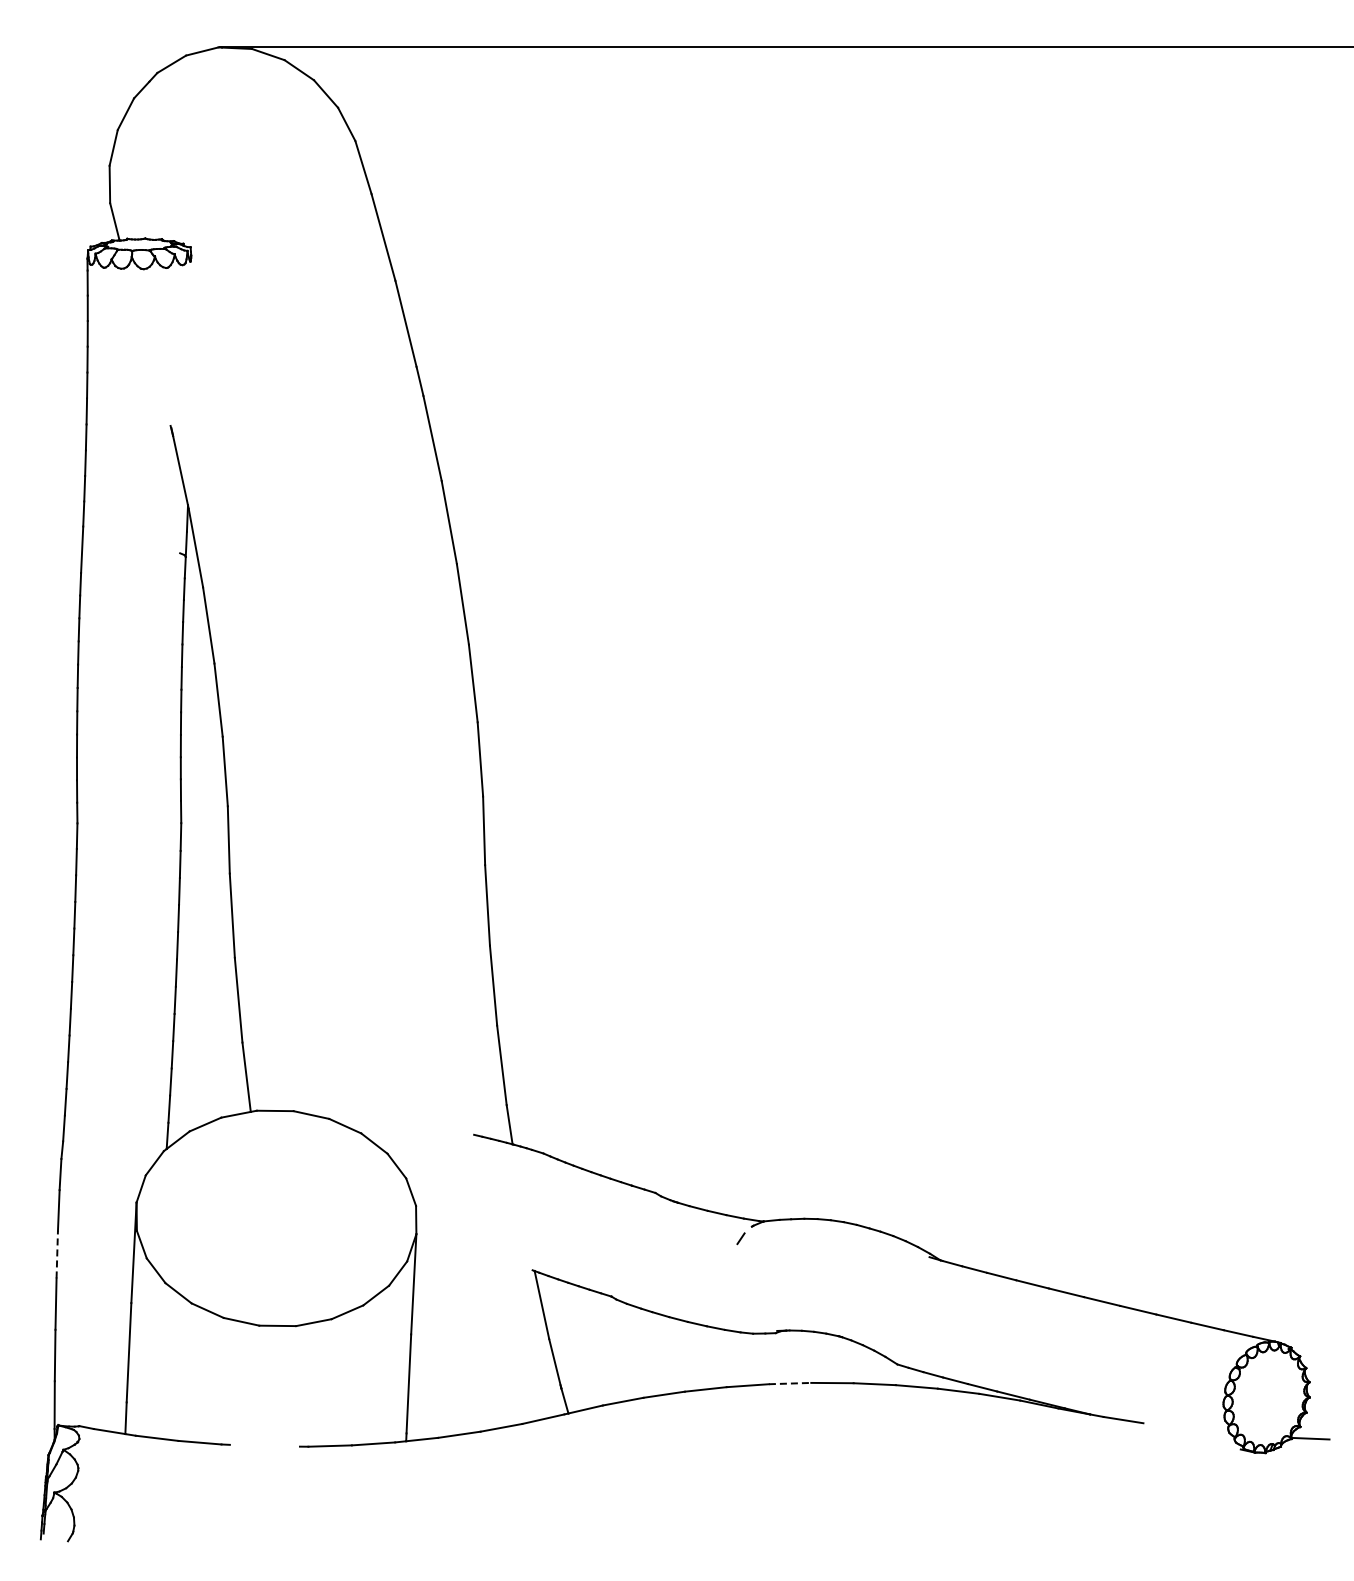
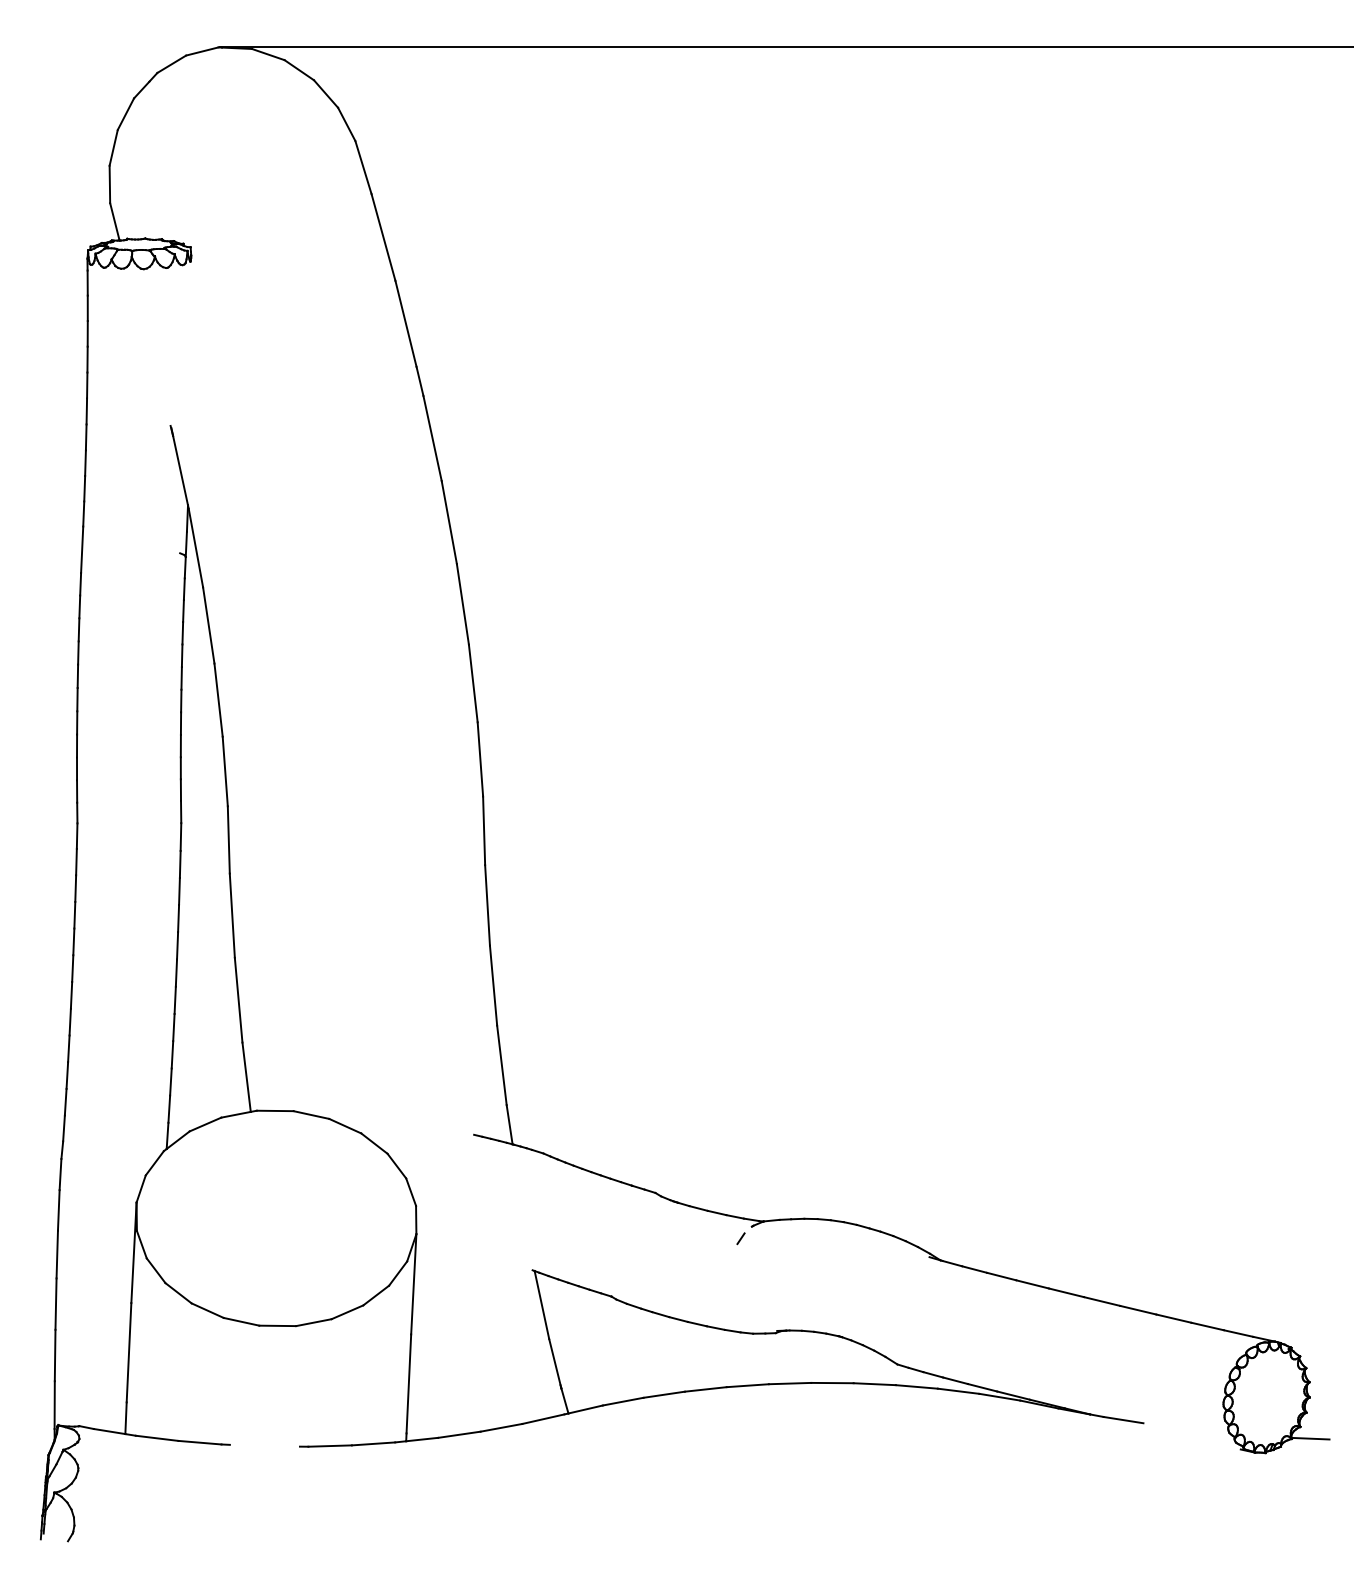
line at (57, 1254): dashed -> solid
line at (790, 1383): dashed -> solid
